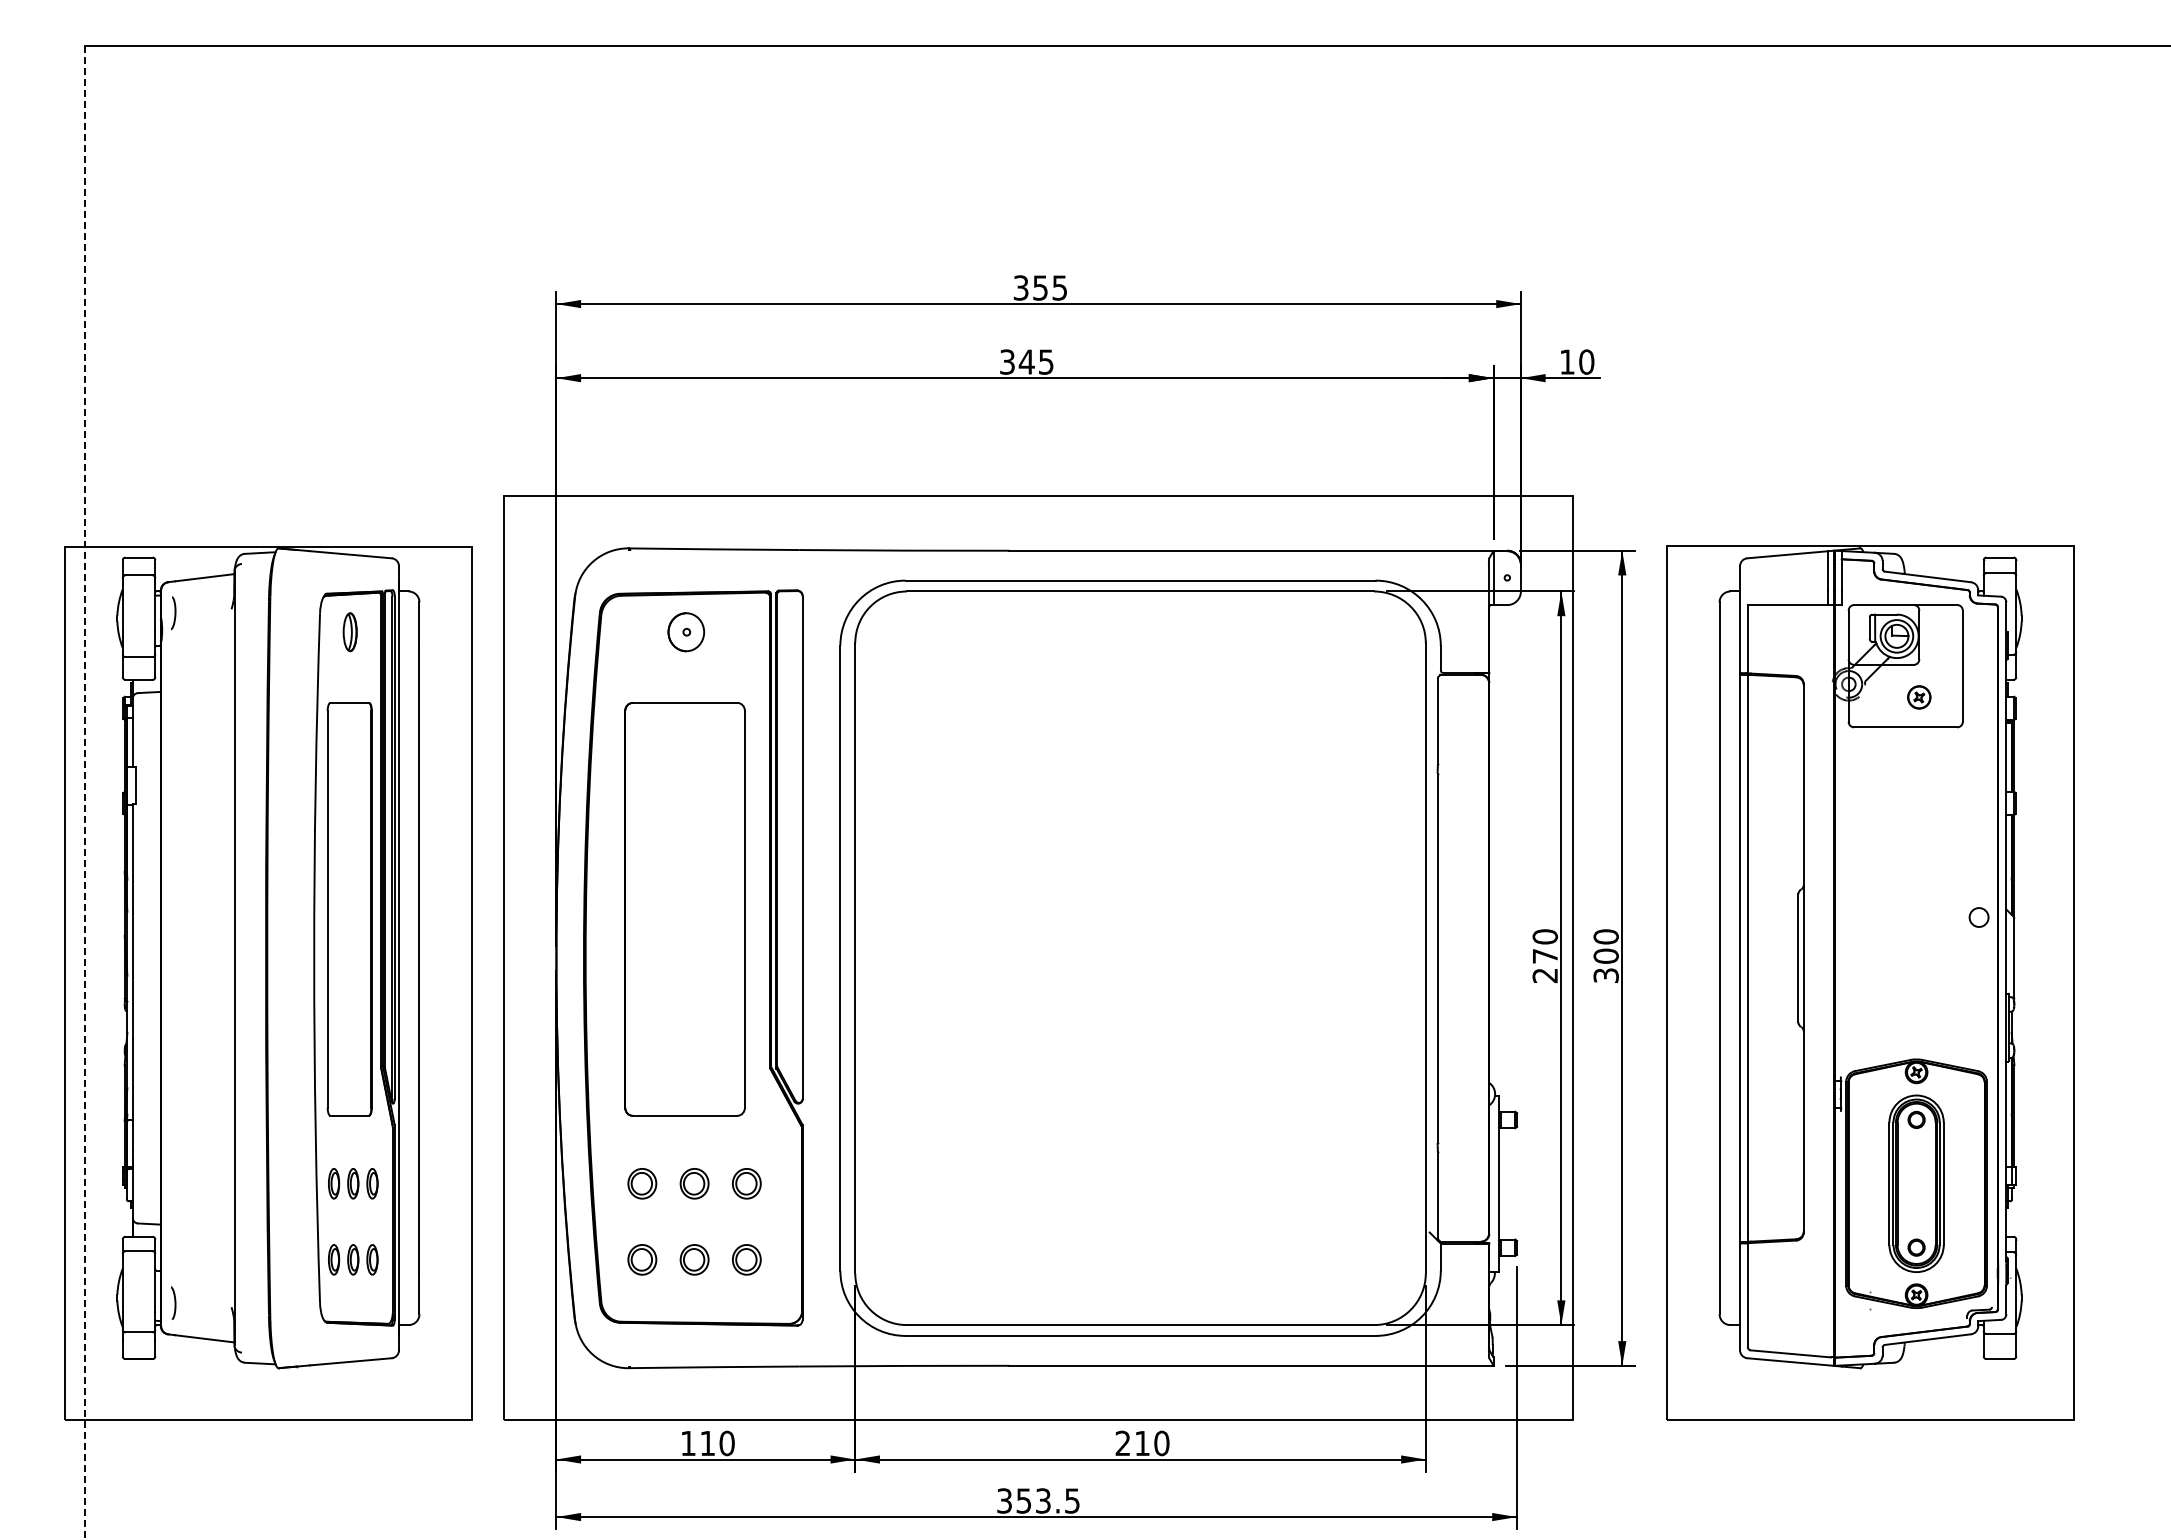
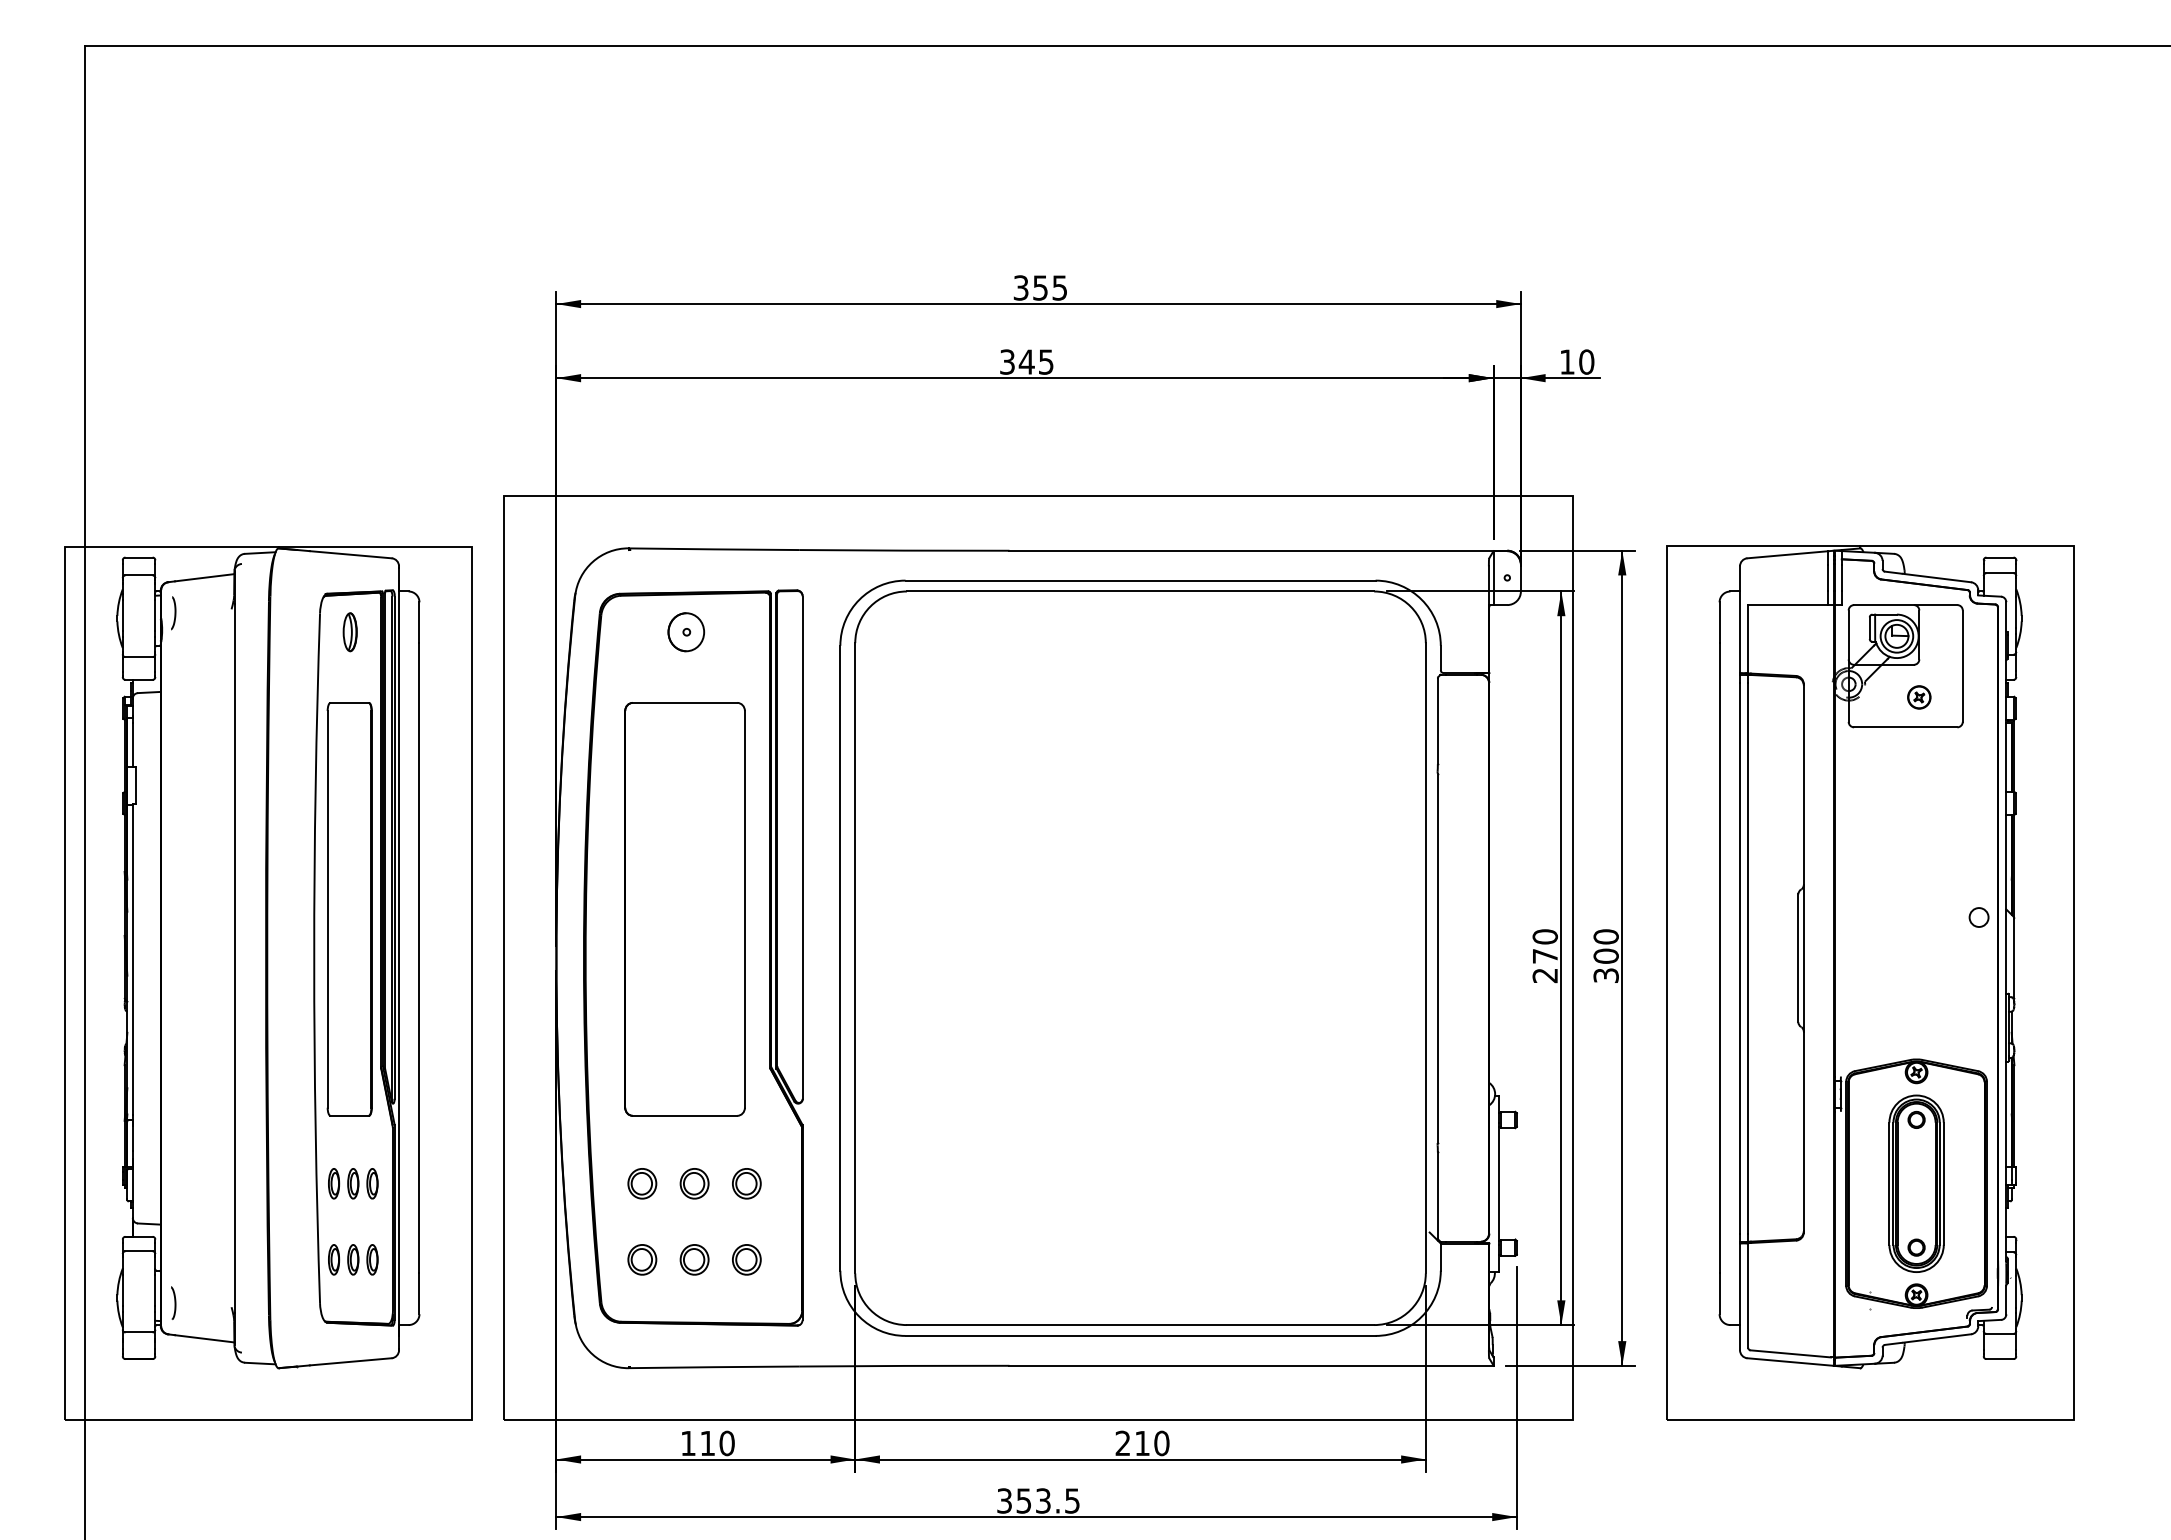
line at (84, 792): dashed -> solid
